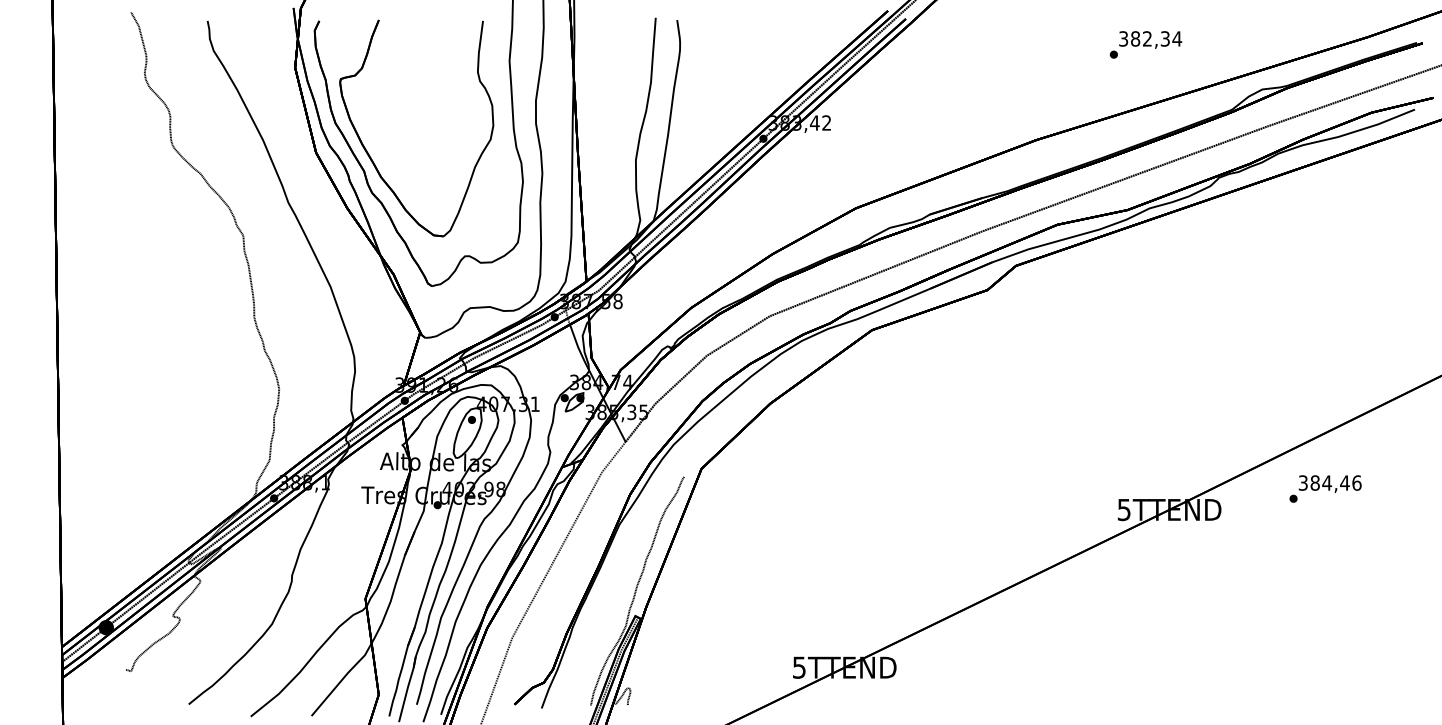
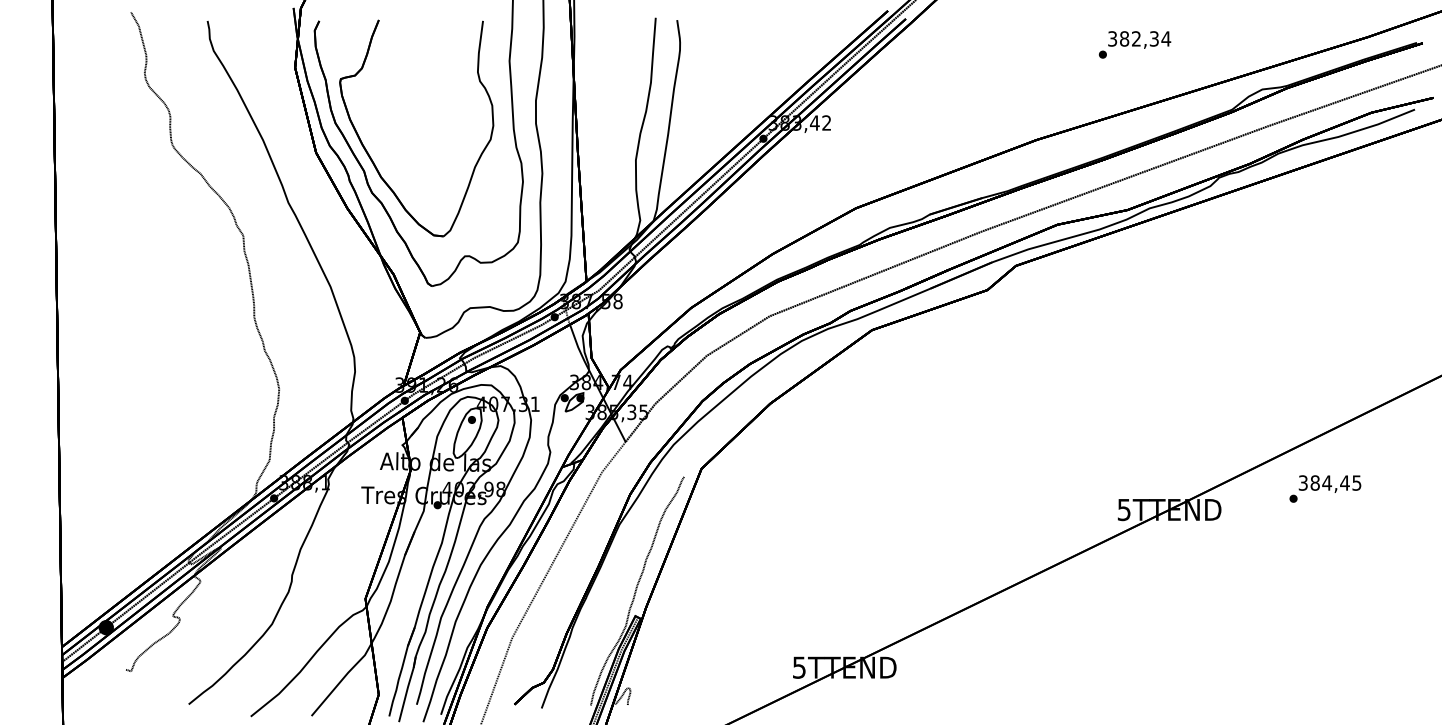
text at (1145, 44) position: (1145, 44) -> (1134, 44)
text at (1356, 482): 384,46 -> 384,45
